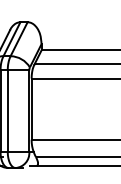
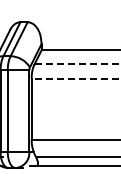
line at (77, 64): solid -> dashed
line at (75, 78): solid -> dashed
